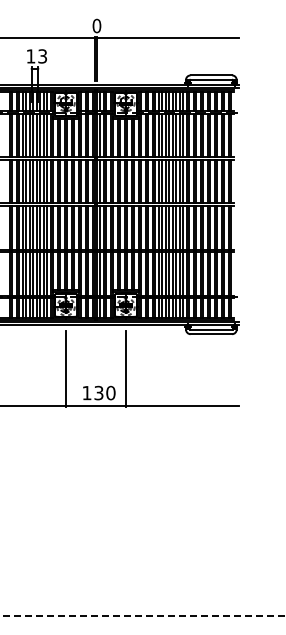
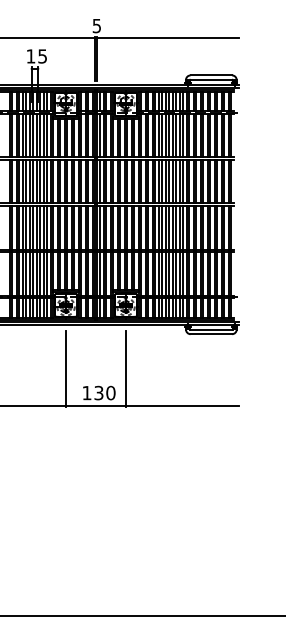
text at (96, 25): 0 -> 5
text at (42, 55): 13 -> 15
line at (143, 615): dashed -> solid
